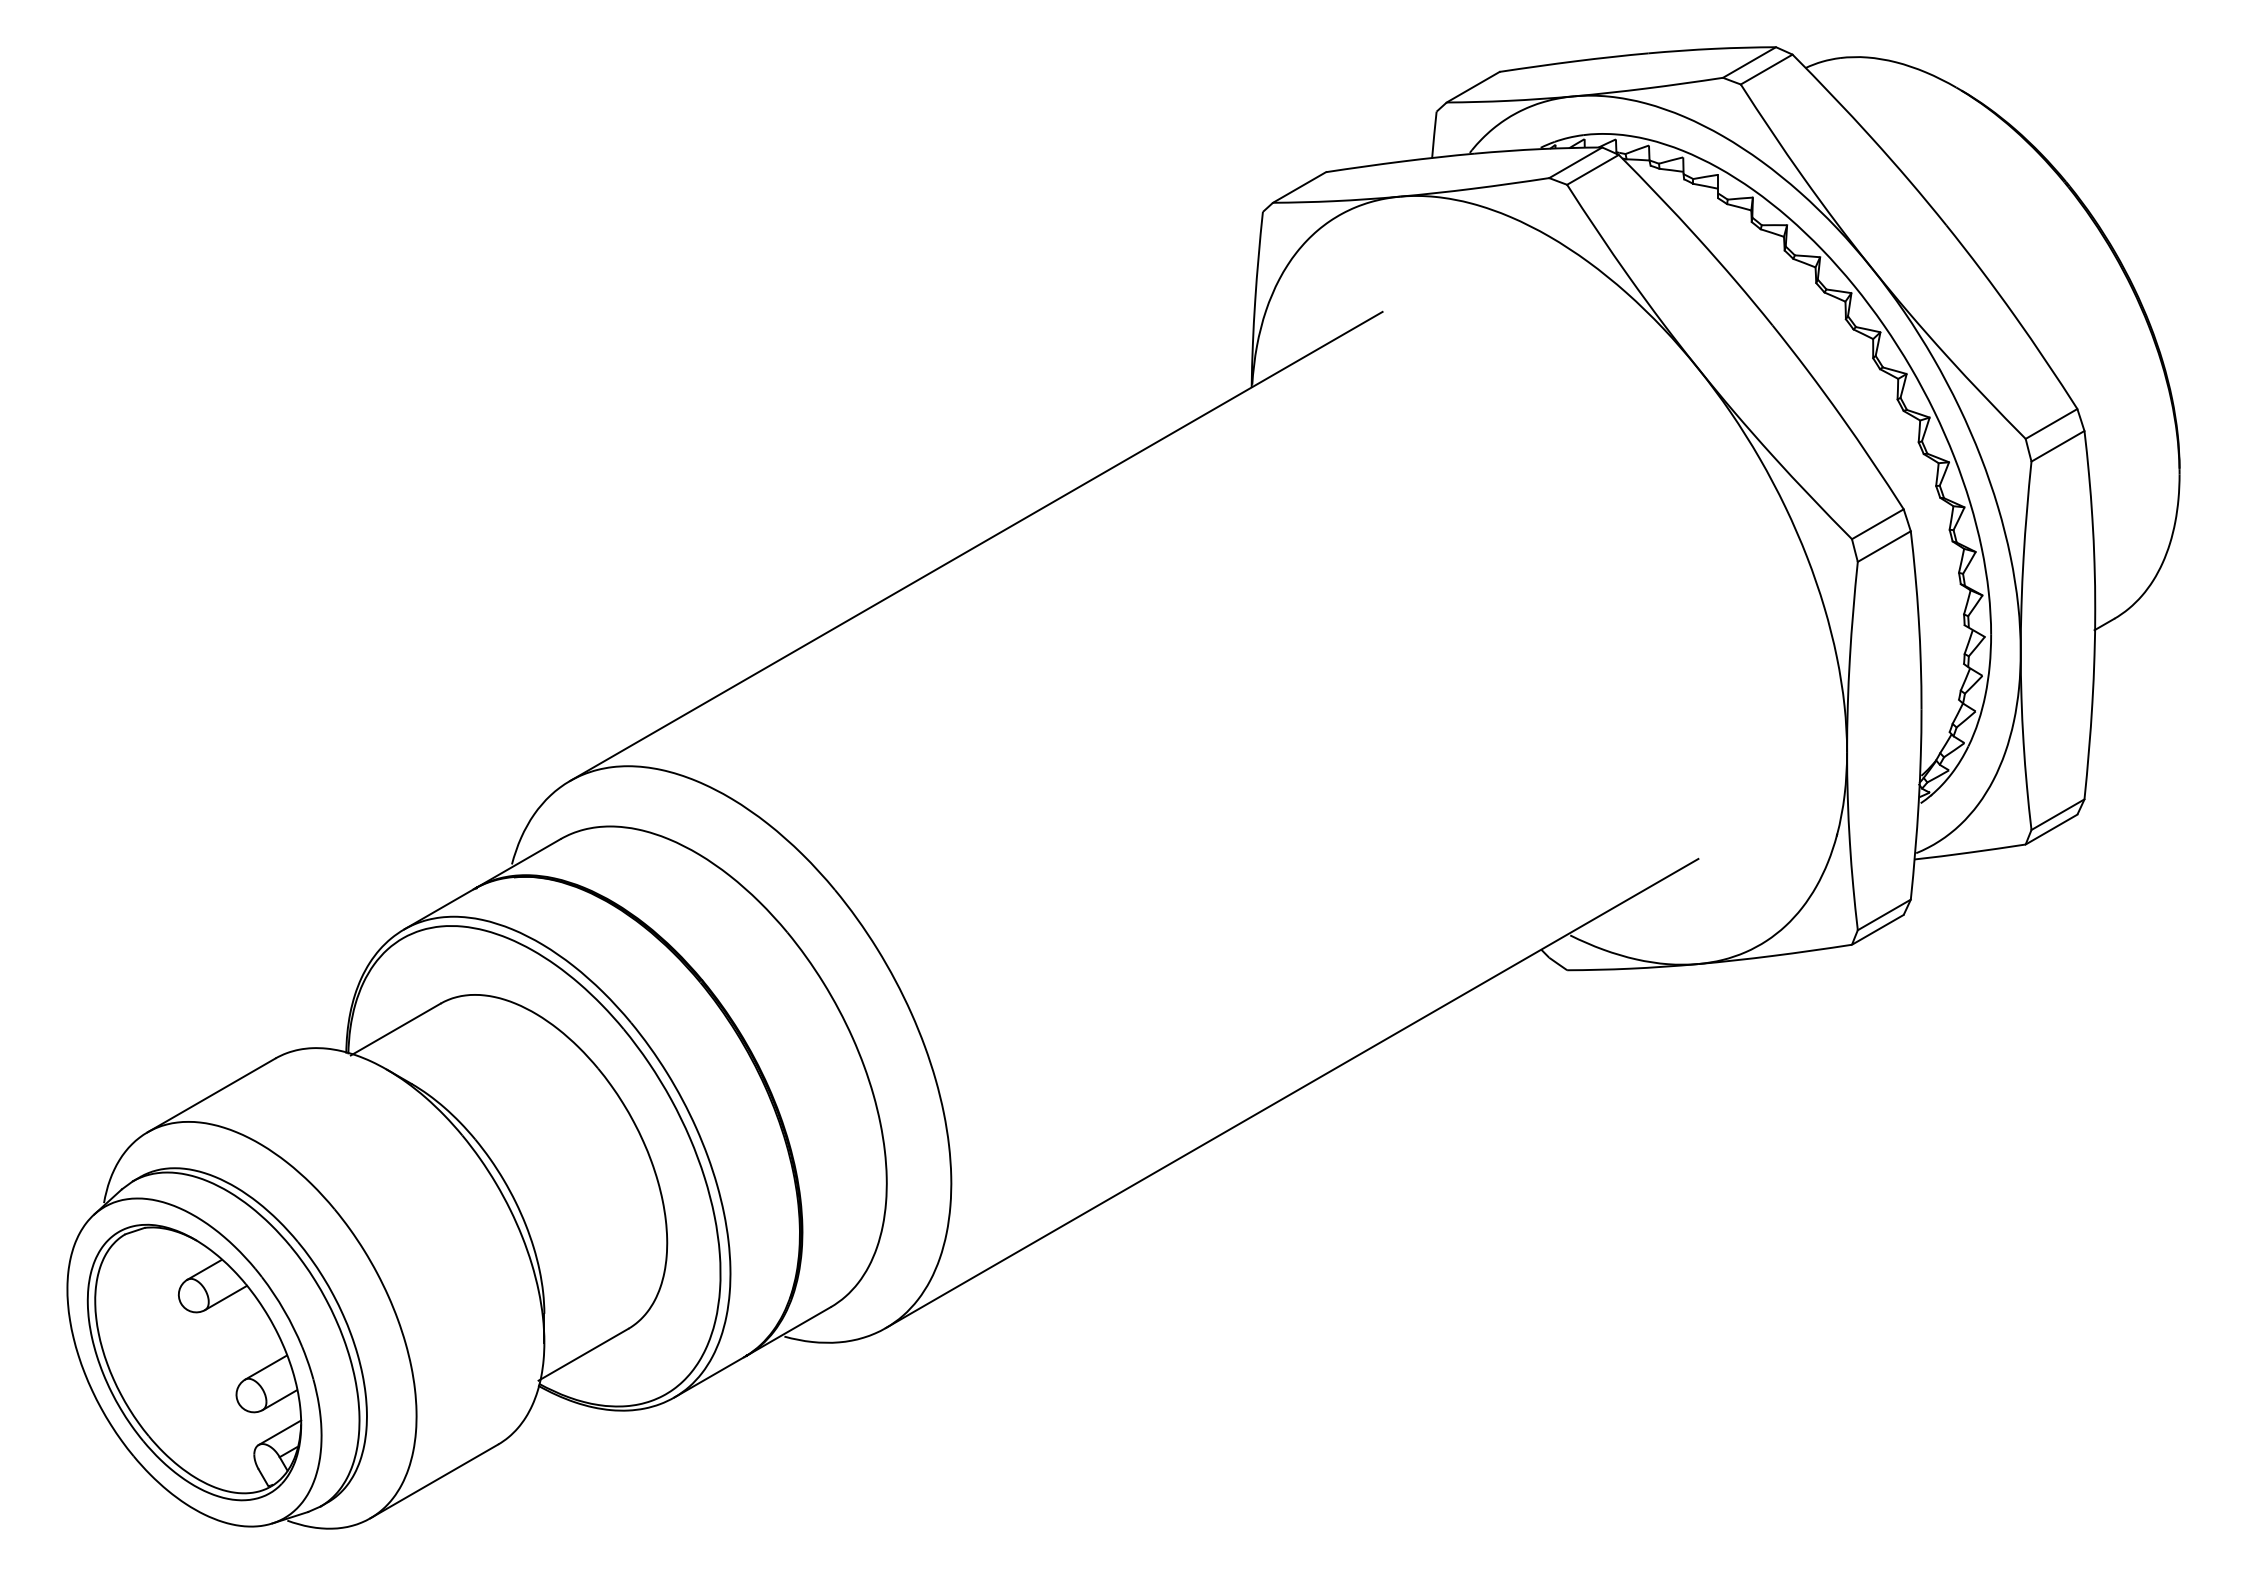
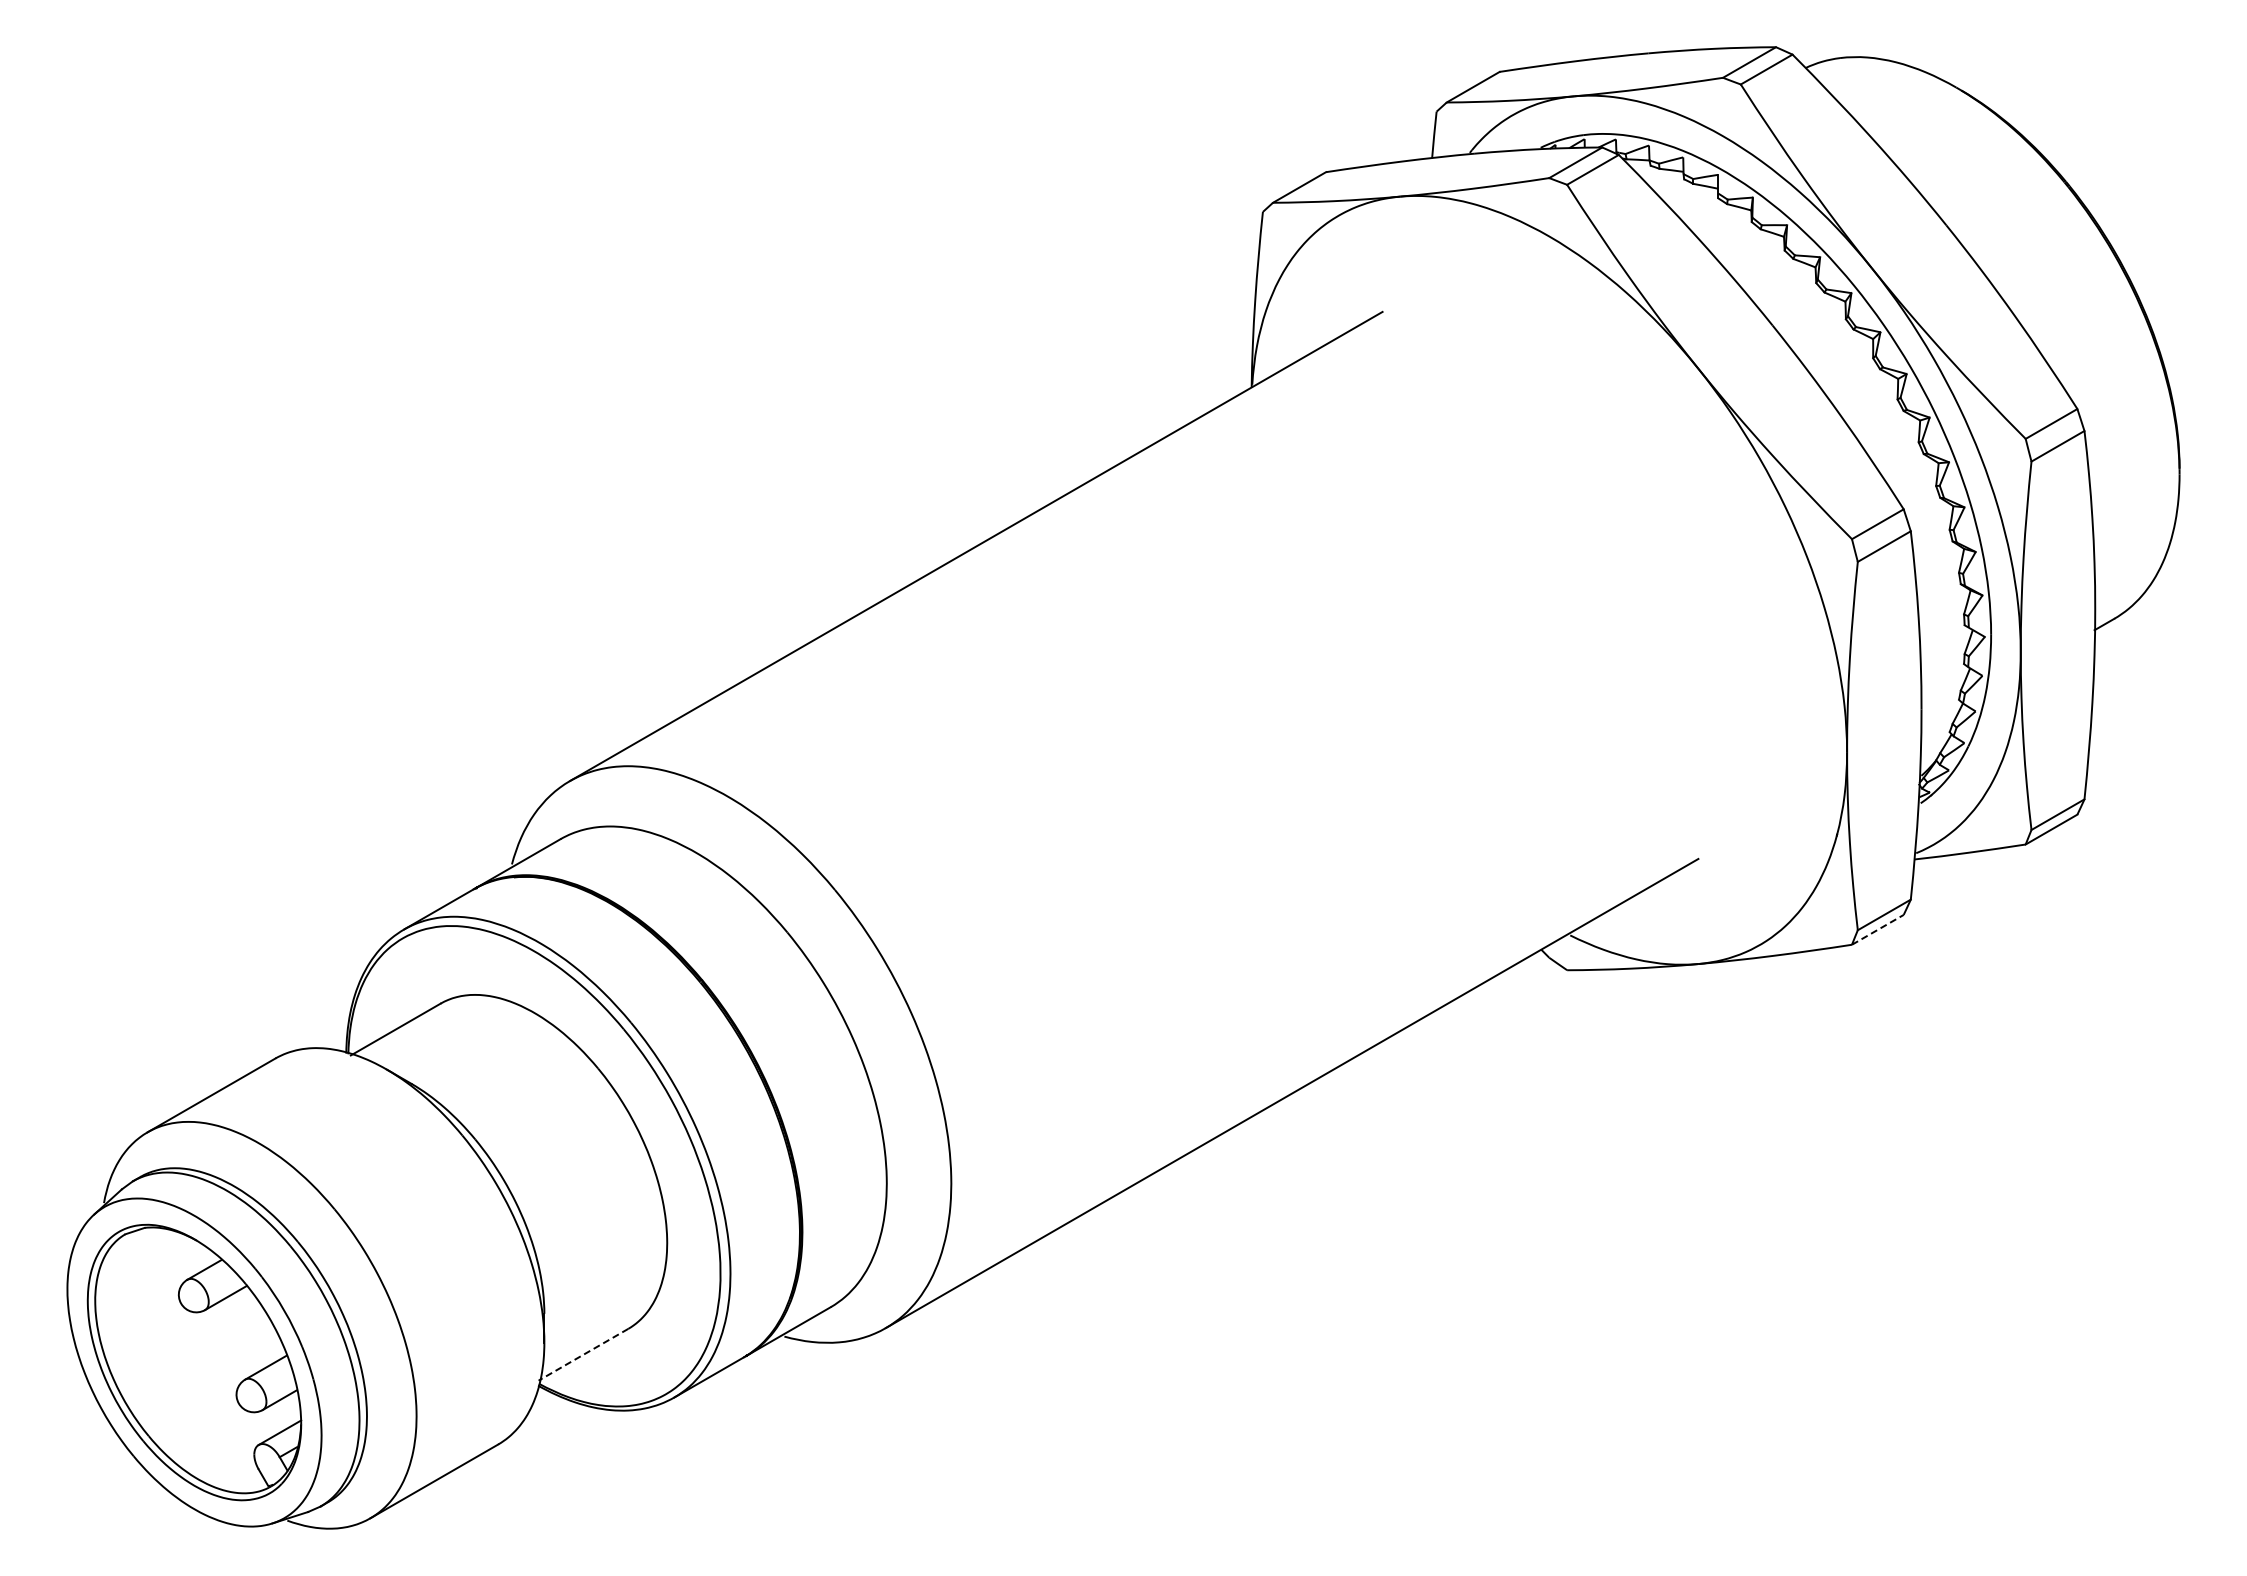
line at (1877, 929): solid -> dashed
line at (583, 1354): solid -> dashed
